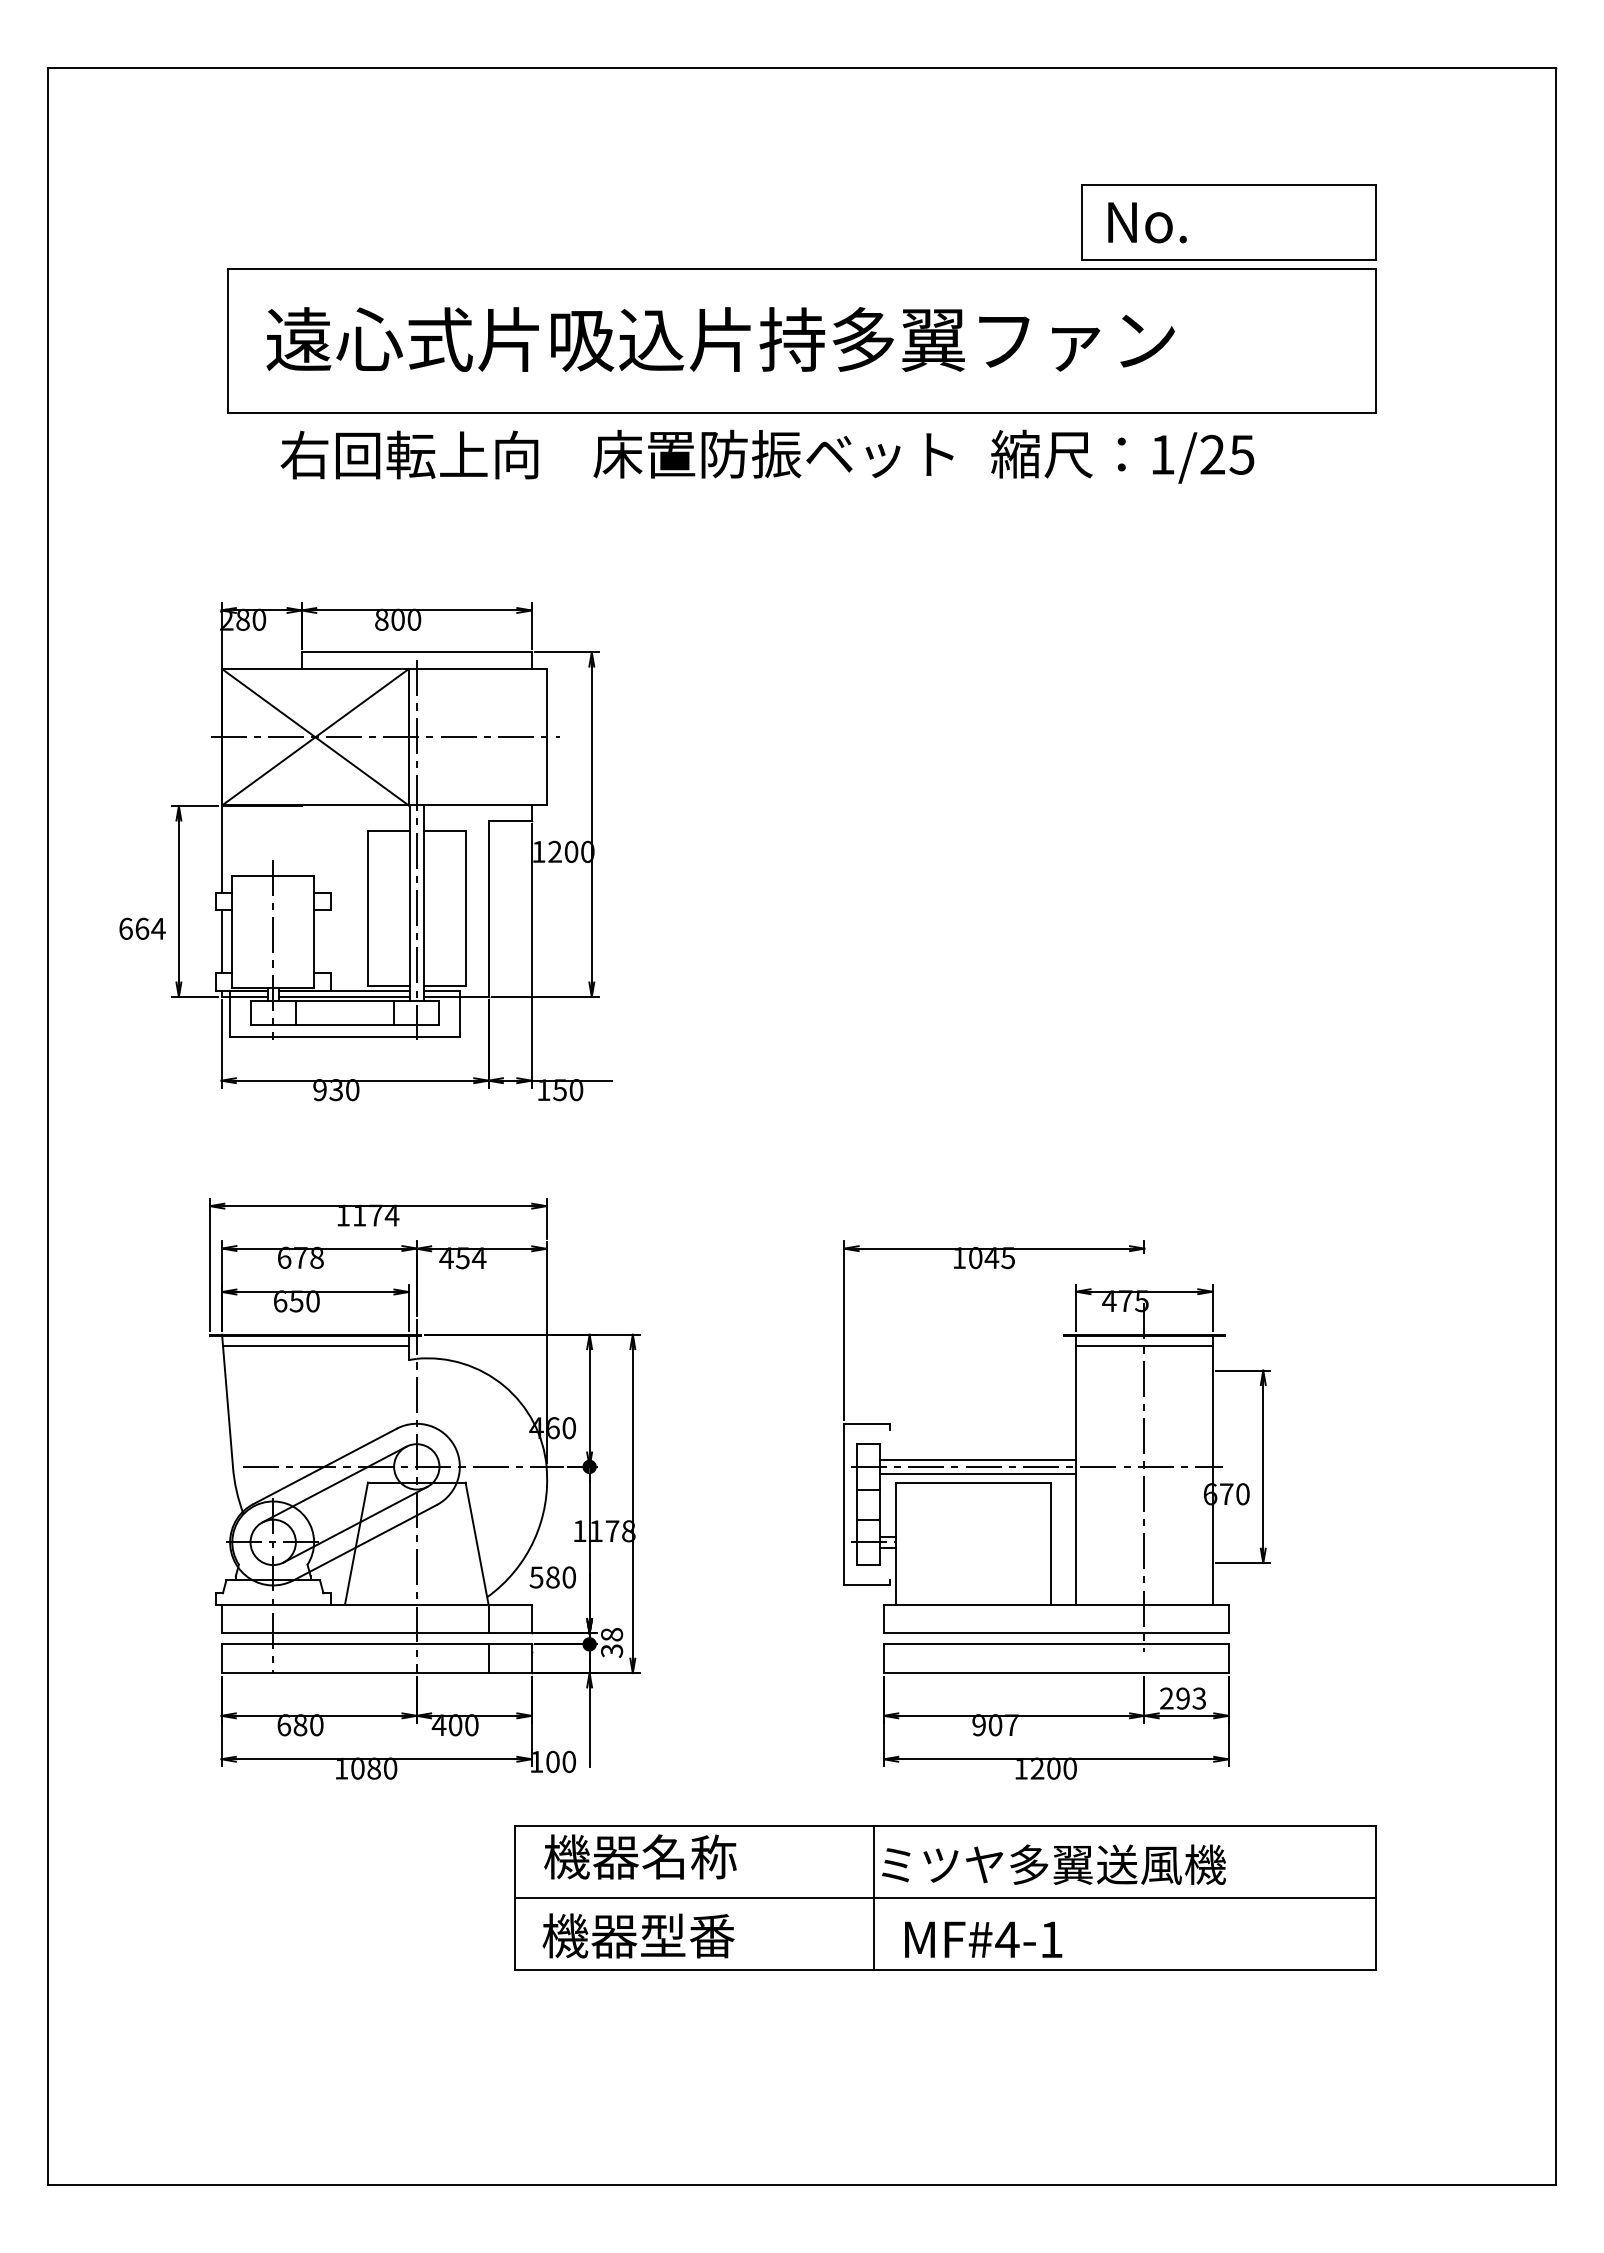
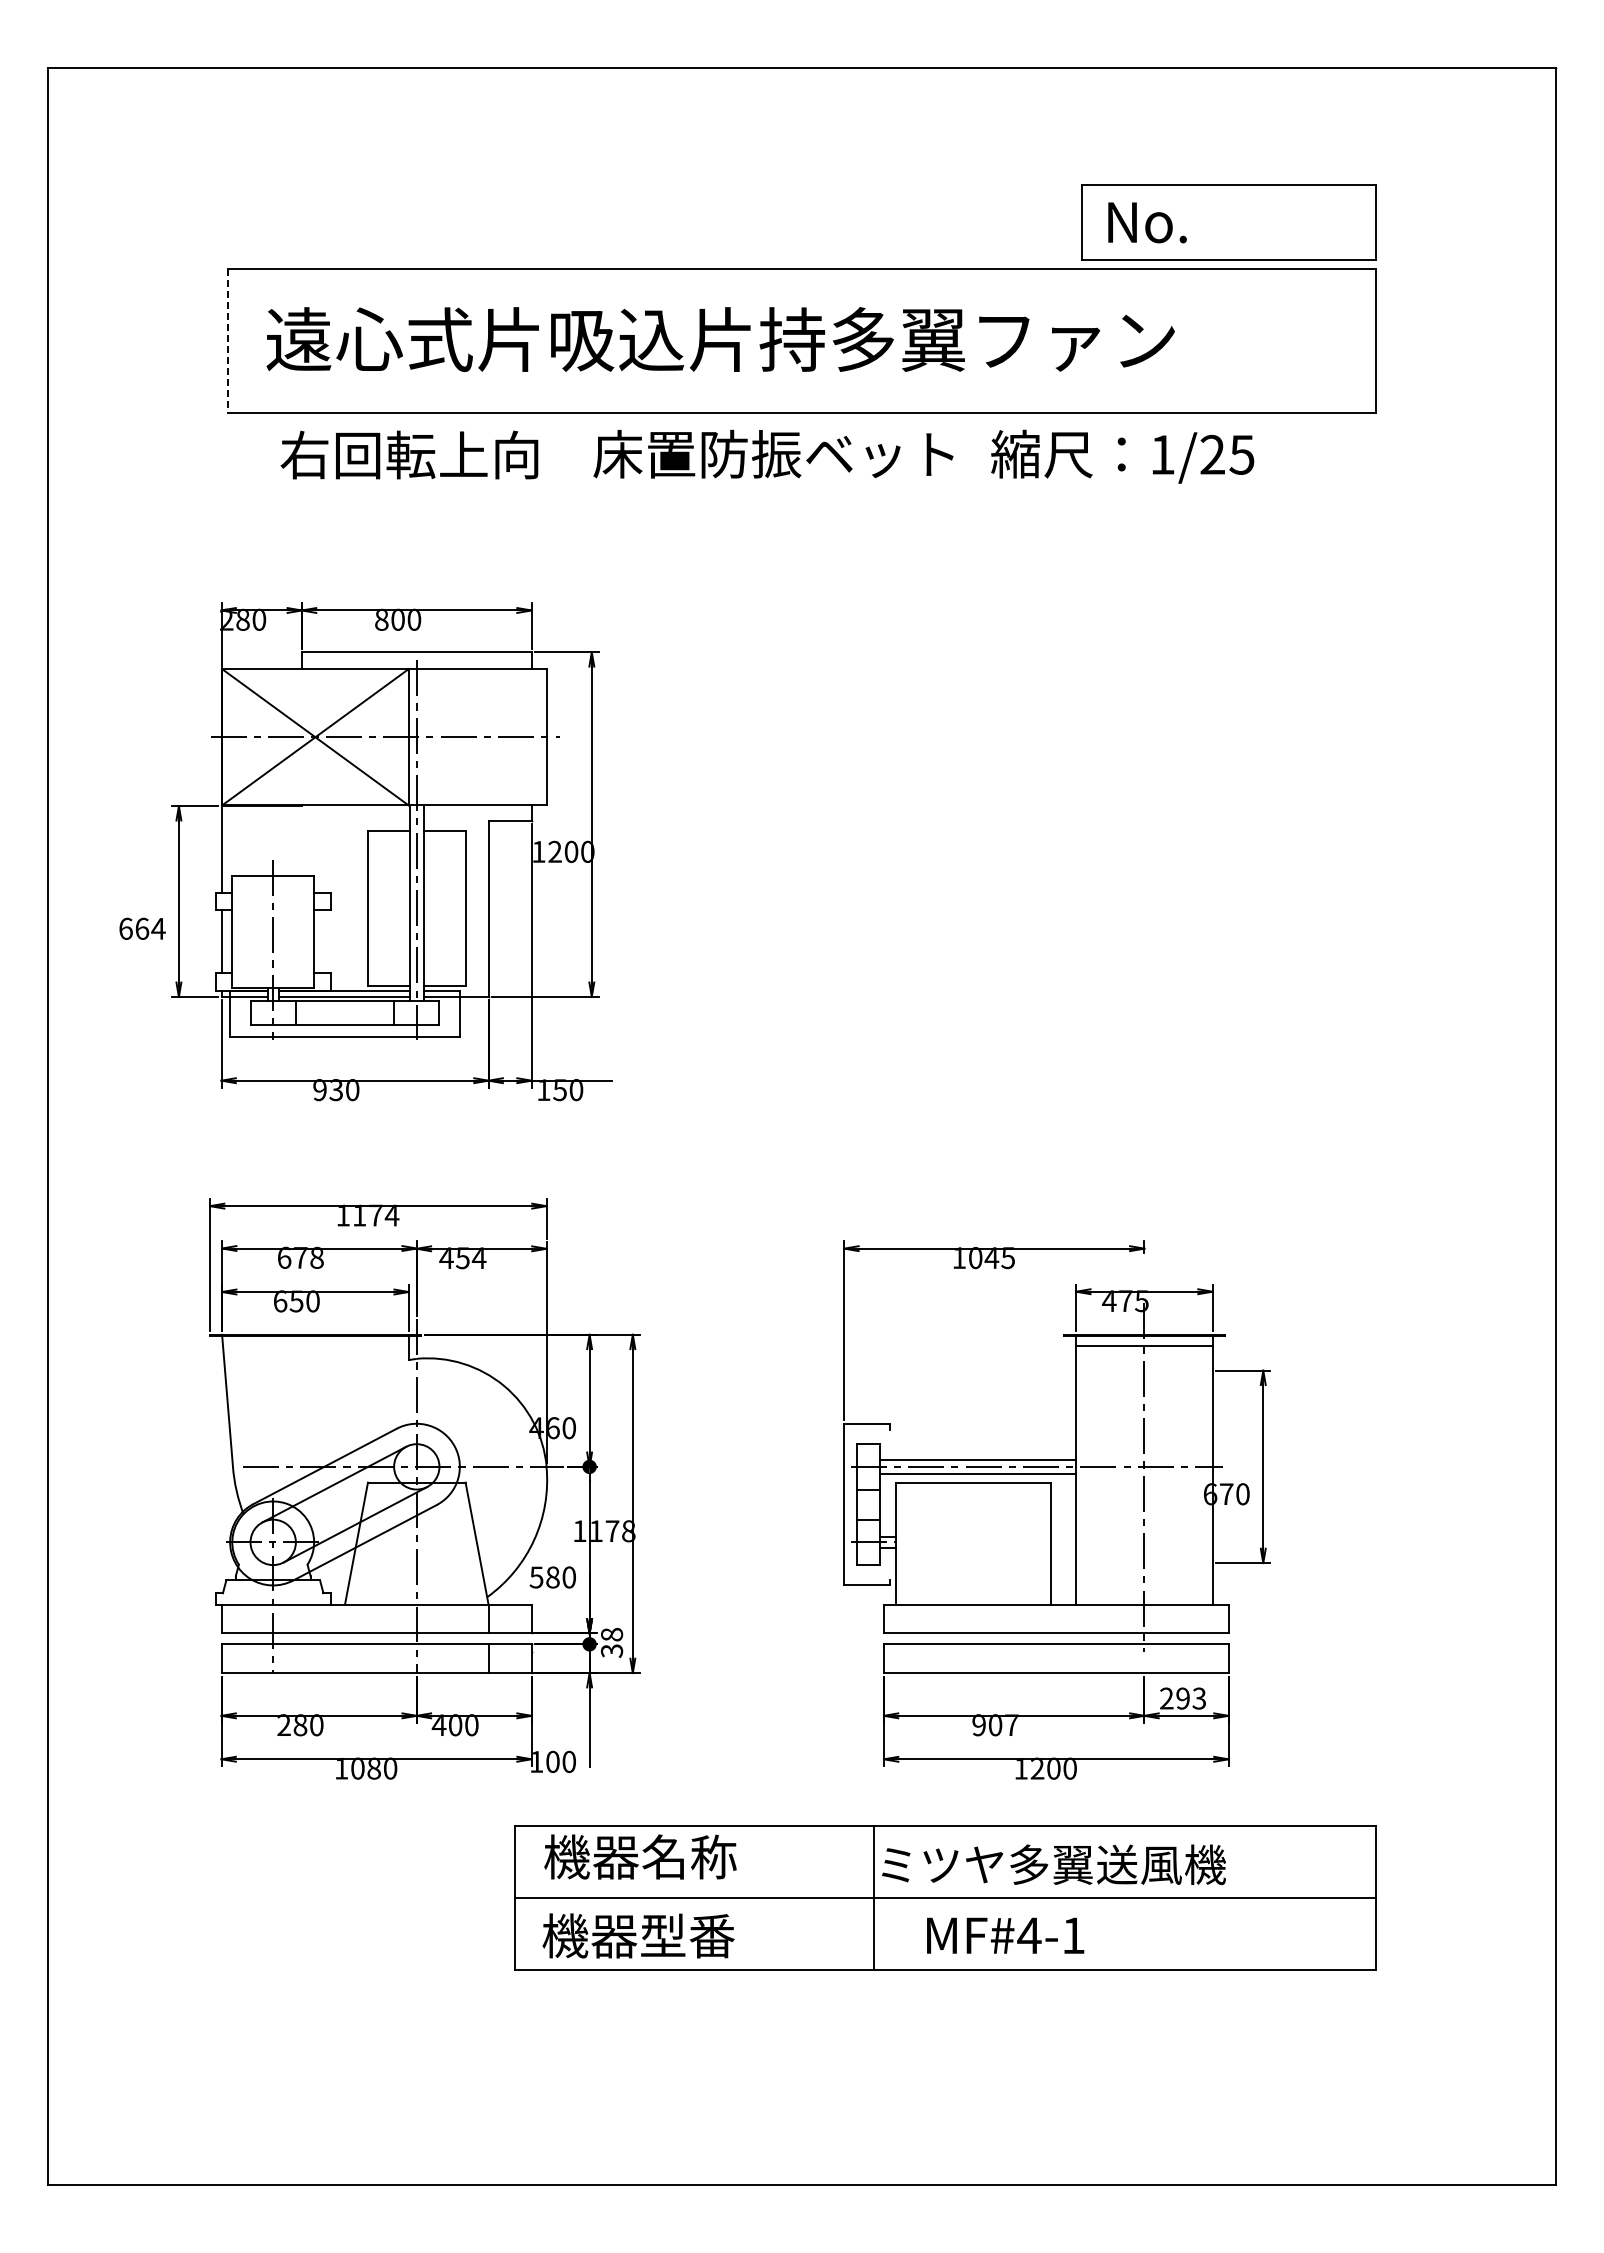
line at (227, 340): solid -> dashed
line at (315, 1346): present -> none
text at (284, 1725): 680 -> 280
text at (983, 1939) position: (983, 1939) -> (1005, 1935)
